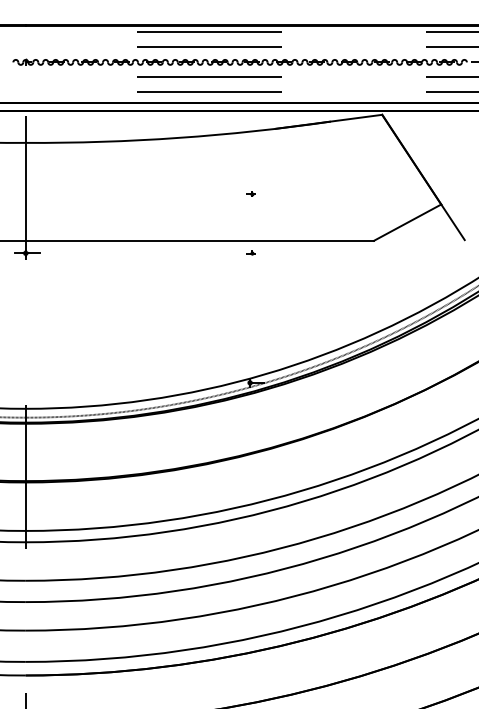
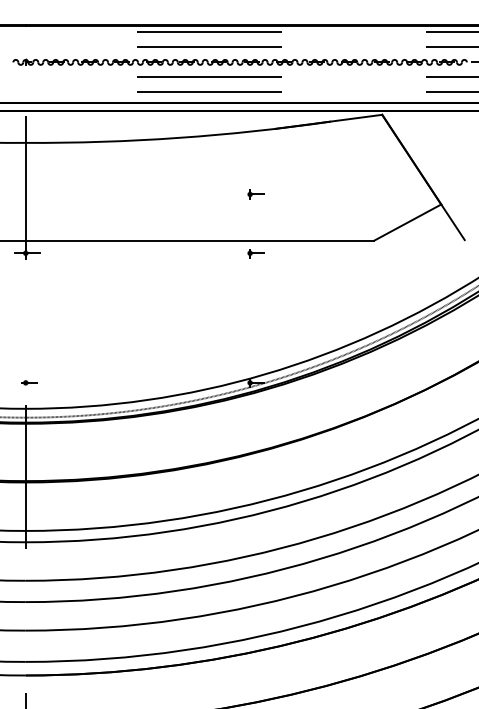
part at (250, 193) size: 10x6 px -> 18x11 px
part at (250, 252) size: 10x6 px -> 18x10 px
part at (29, 382): none -> present
